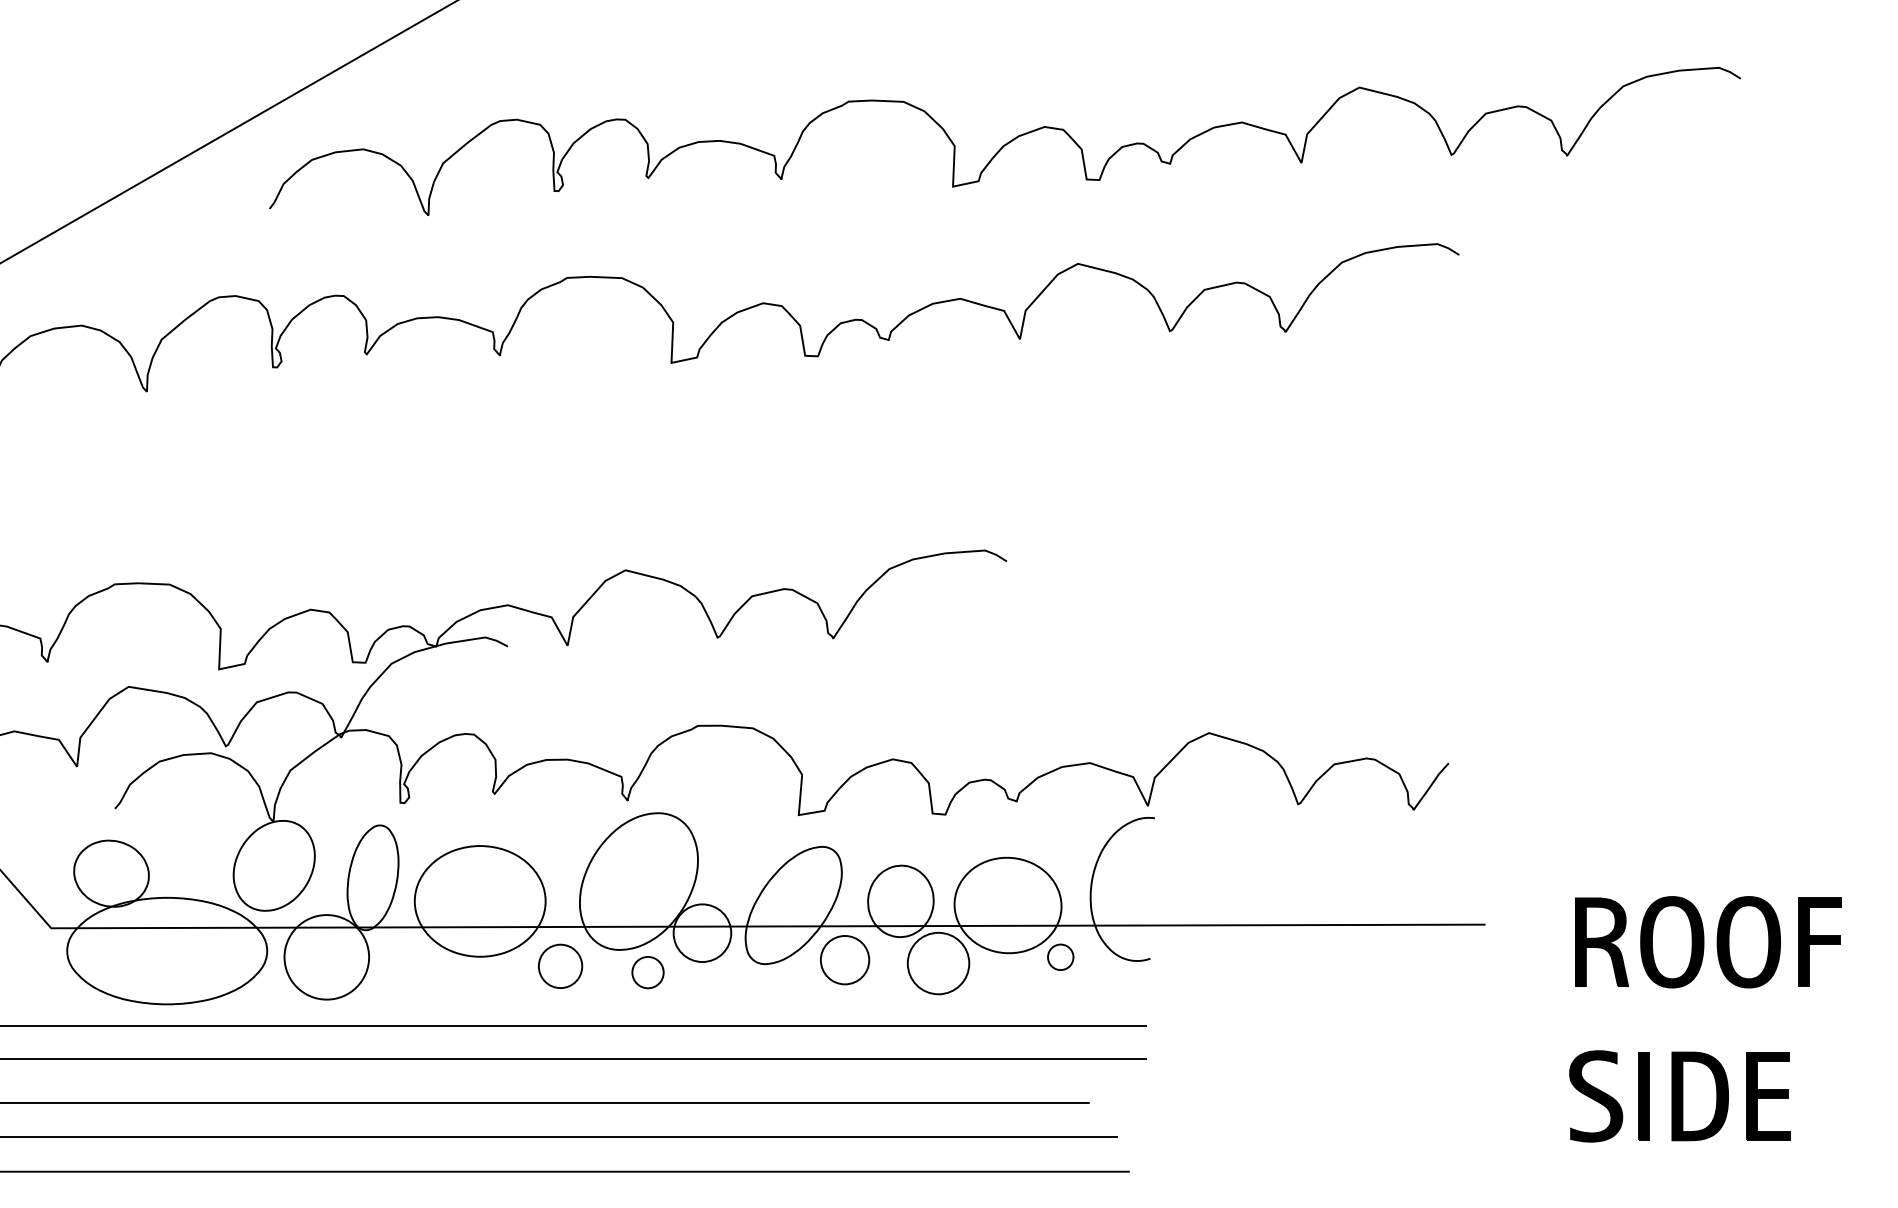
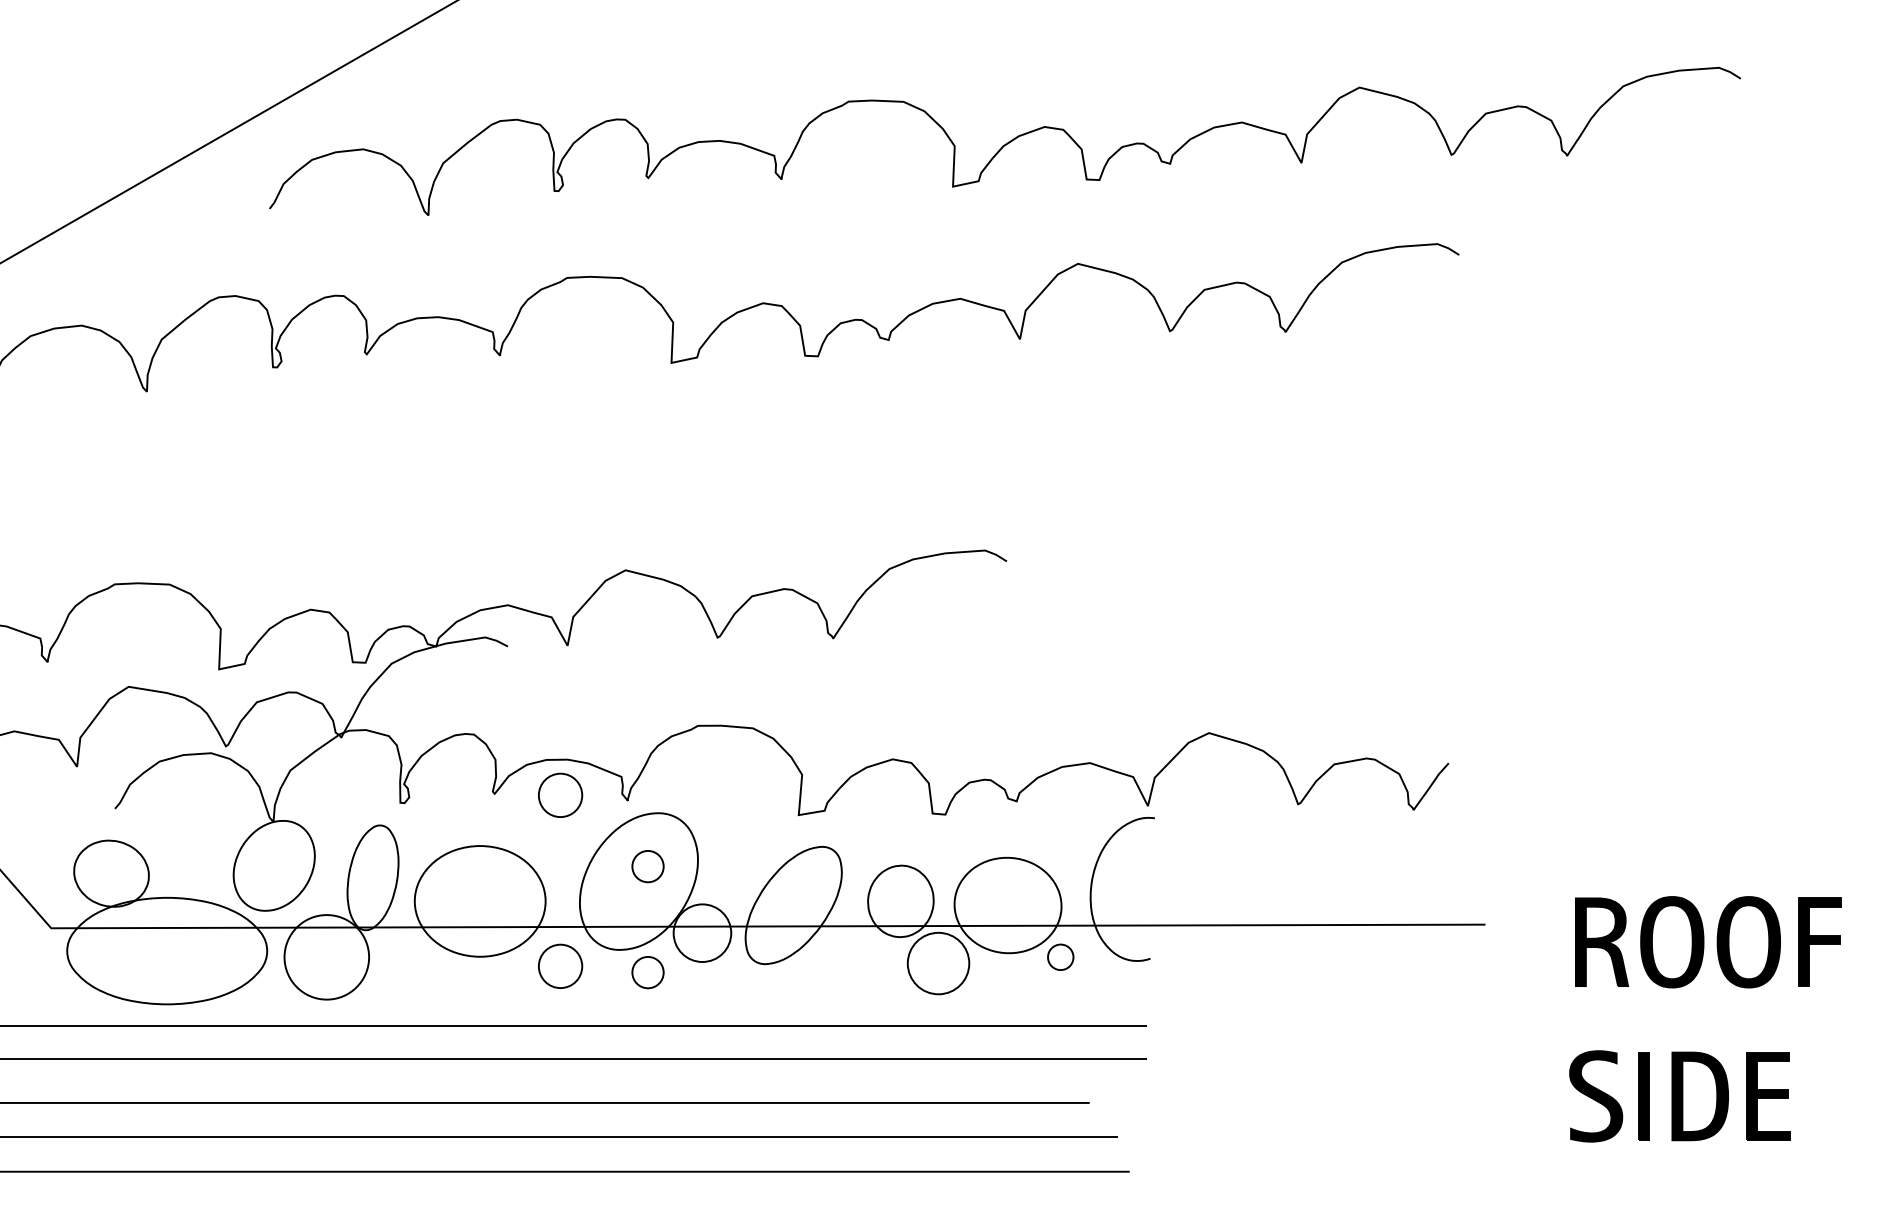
part at (560, 794): none -> present
part at (647, 866): none -> present
part at (845, 960): present -> none
